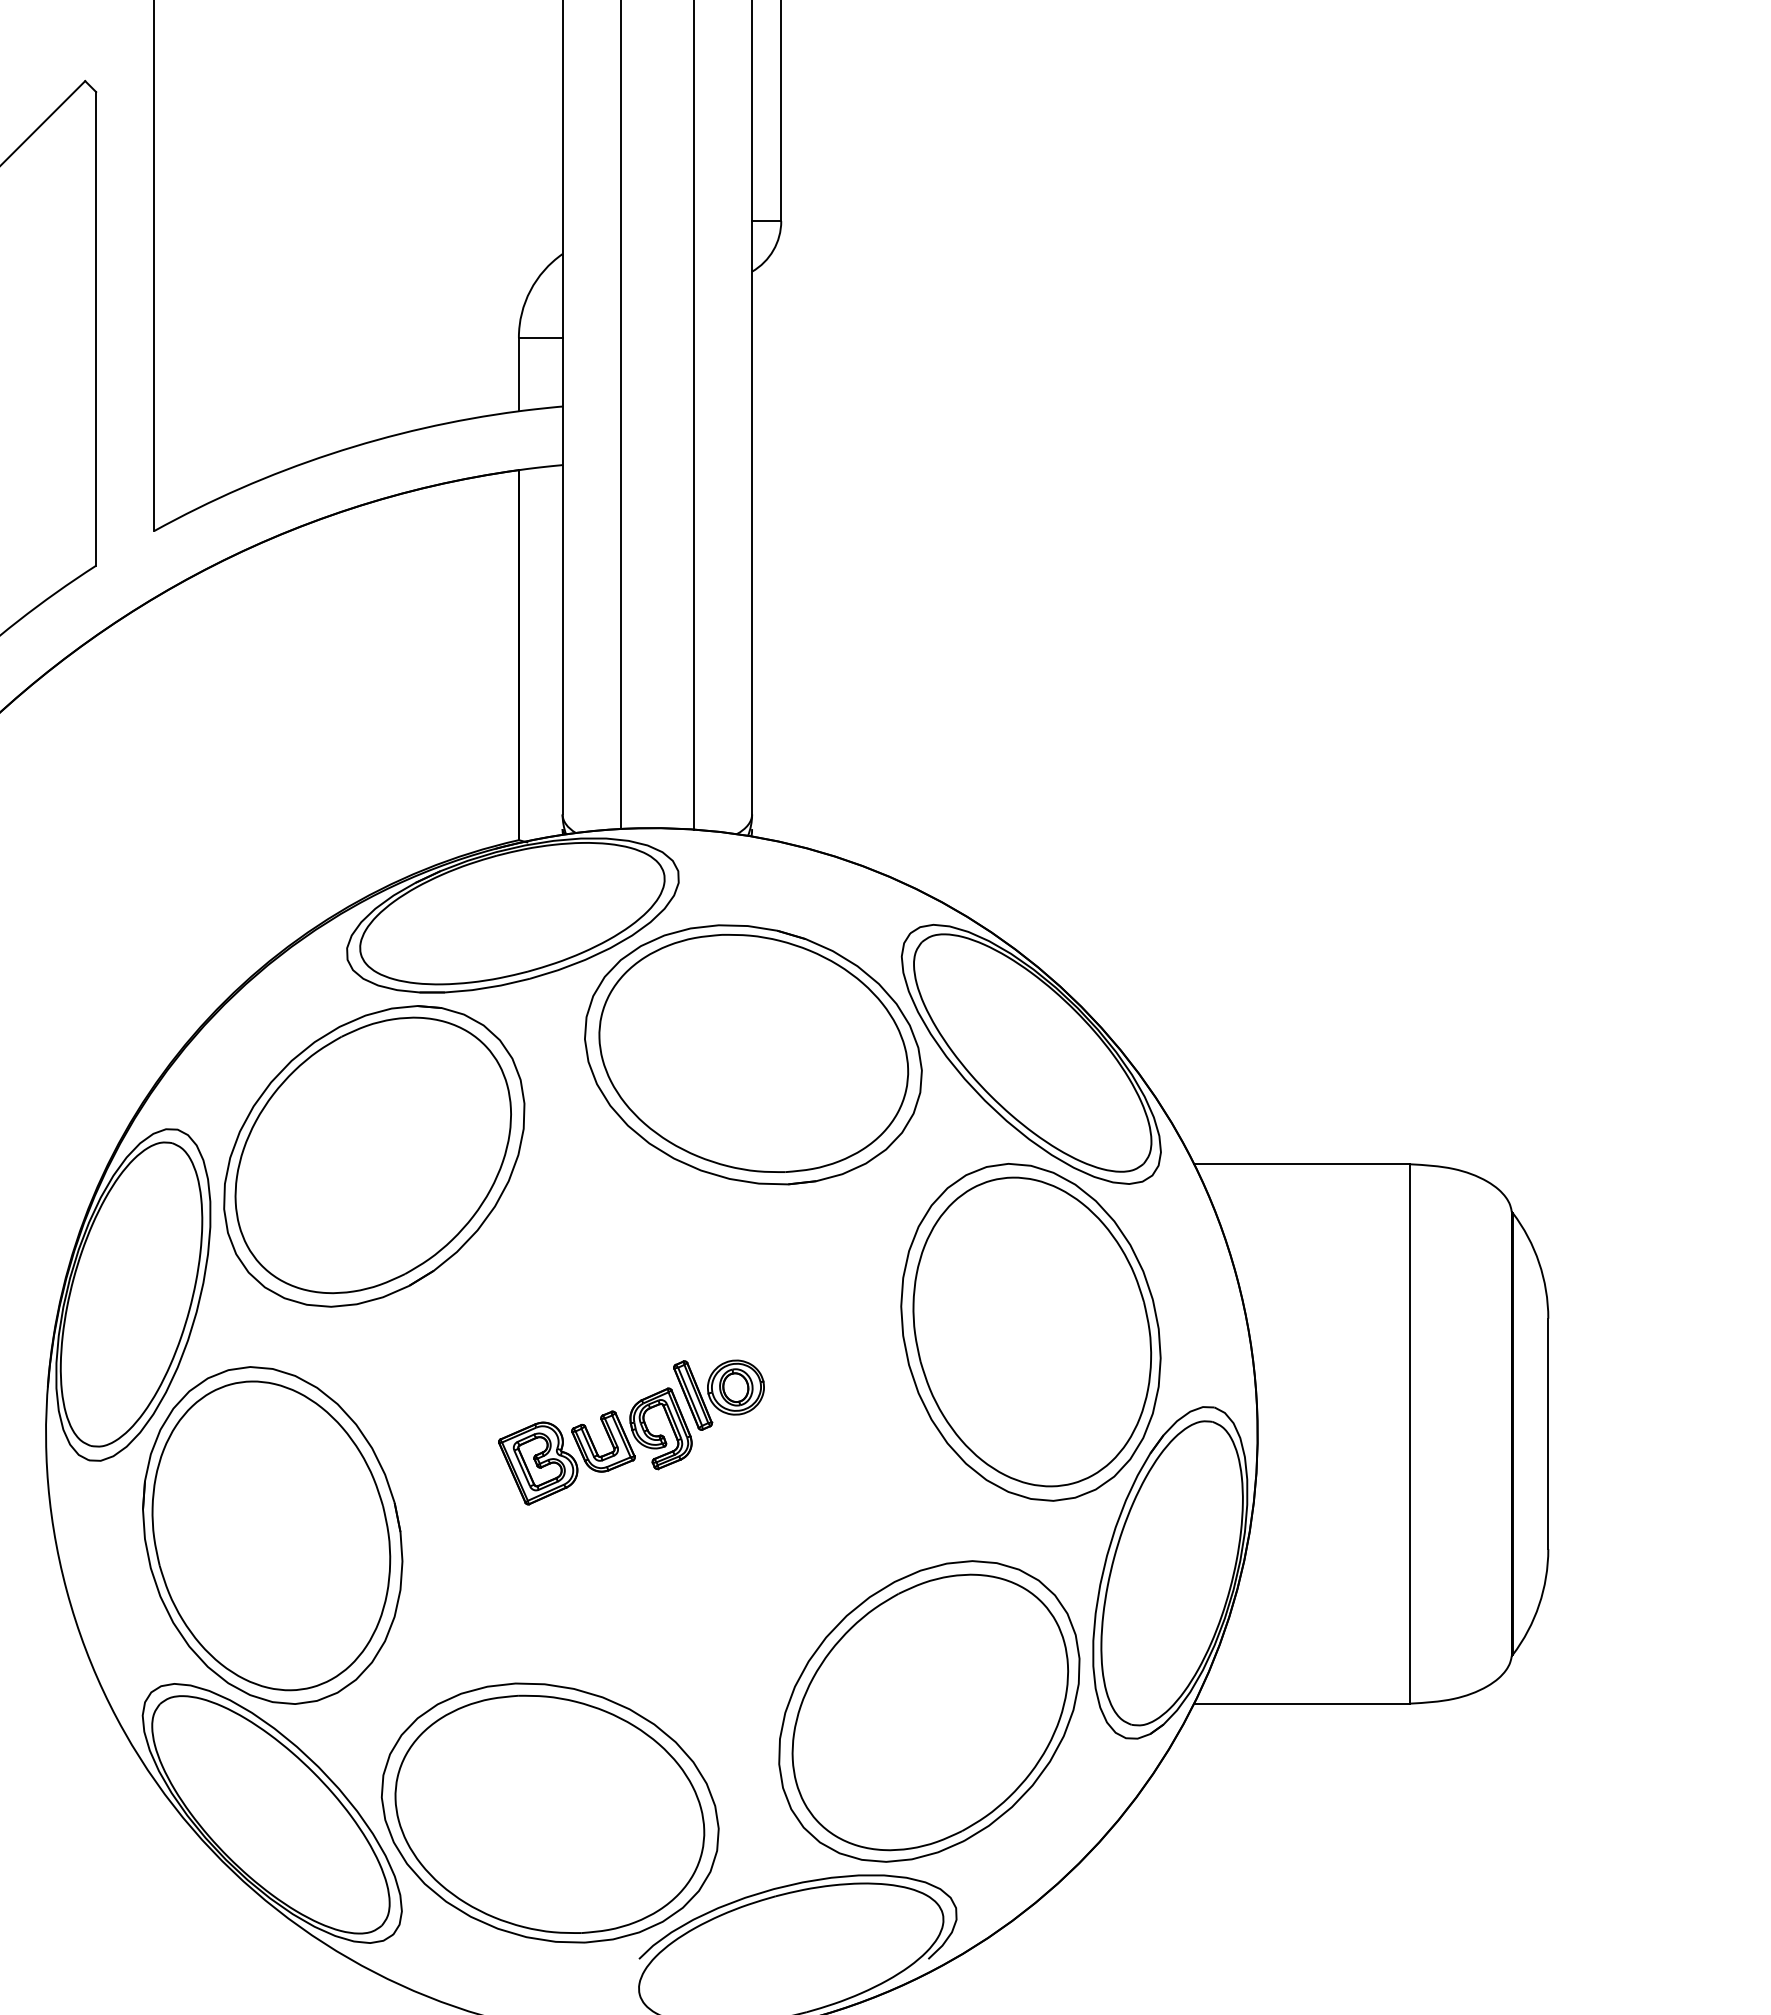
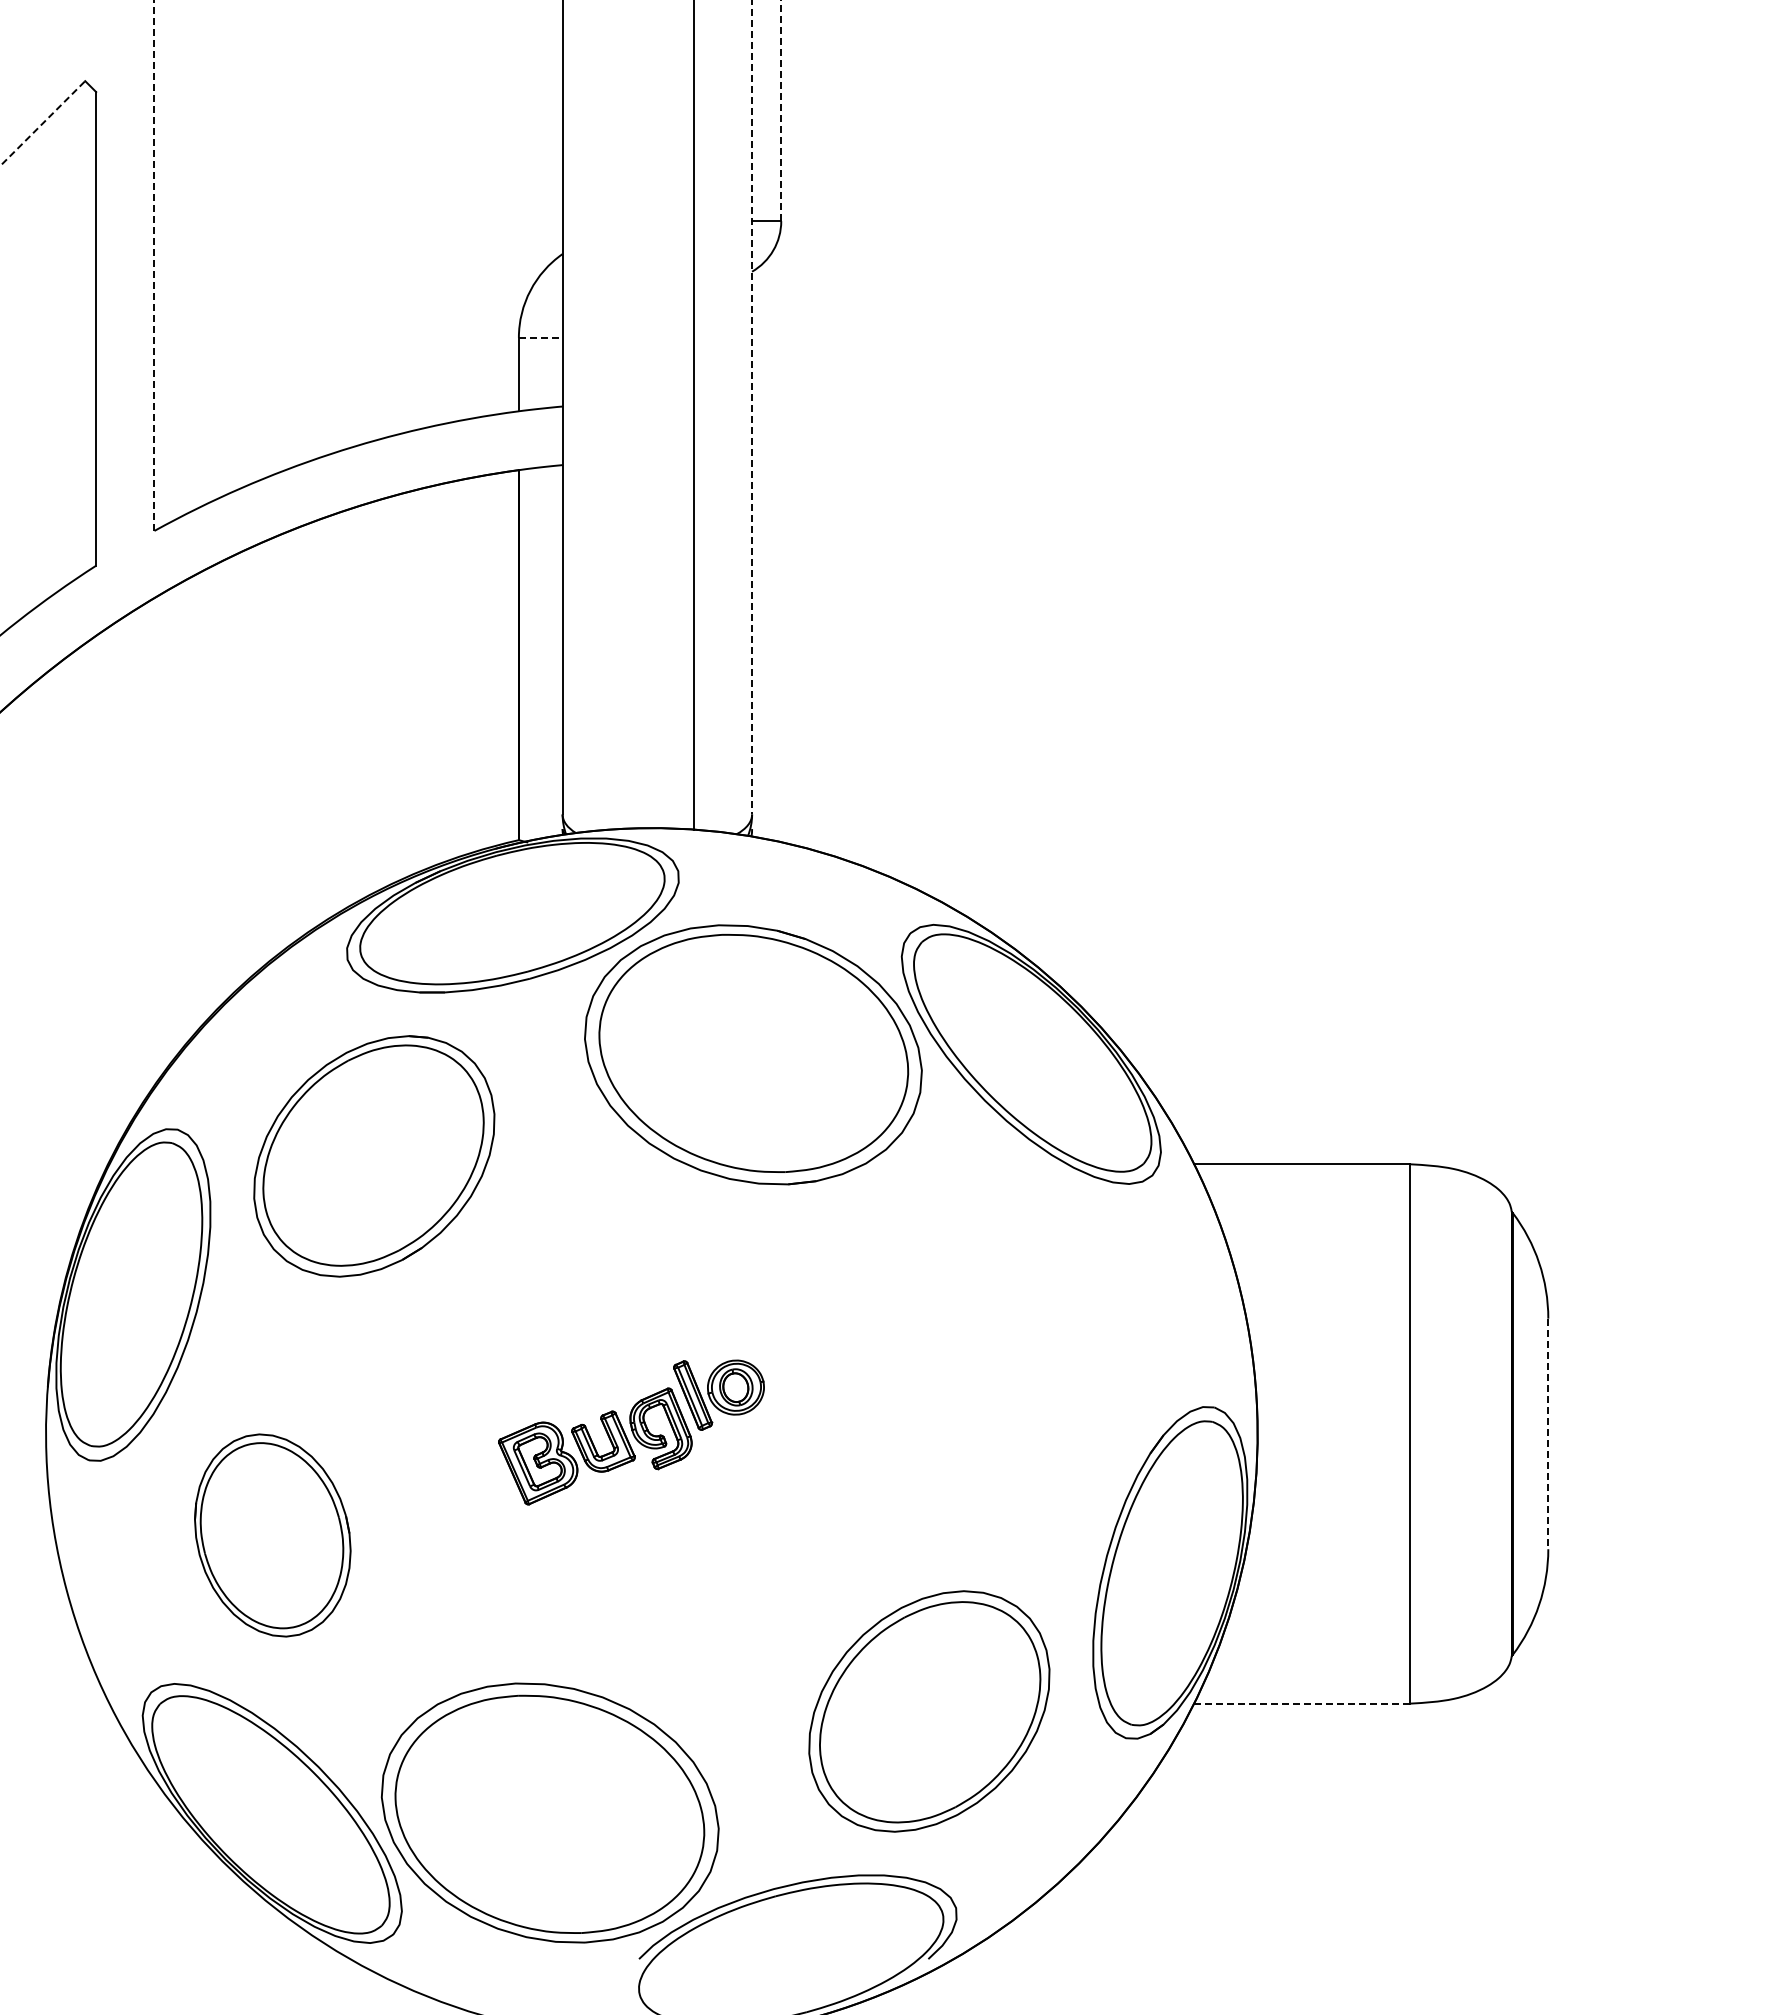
line at (781, 111): solid -> dashed
line at (42, 123): solid -> dashed
line at (154, 265): solid -> dashed
line at (540, 337): solid -> dashed
line at (752, 407): solid -> dashed
line at (620, 415): present -> none
part at (374, 1156) size: 303x303 px -> 243x243 px
part at (1030, 1332): present -> none
line at (1548, 1434): solid -> dashed
part at (272, 1535) size: 262x339 px -> 158x205 px
line at (1302, 1703): solid -> dashed
part at (929, 1711) size: 303x303 px -> 243x243 px
